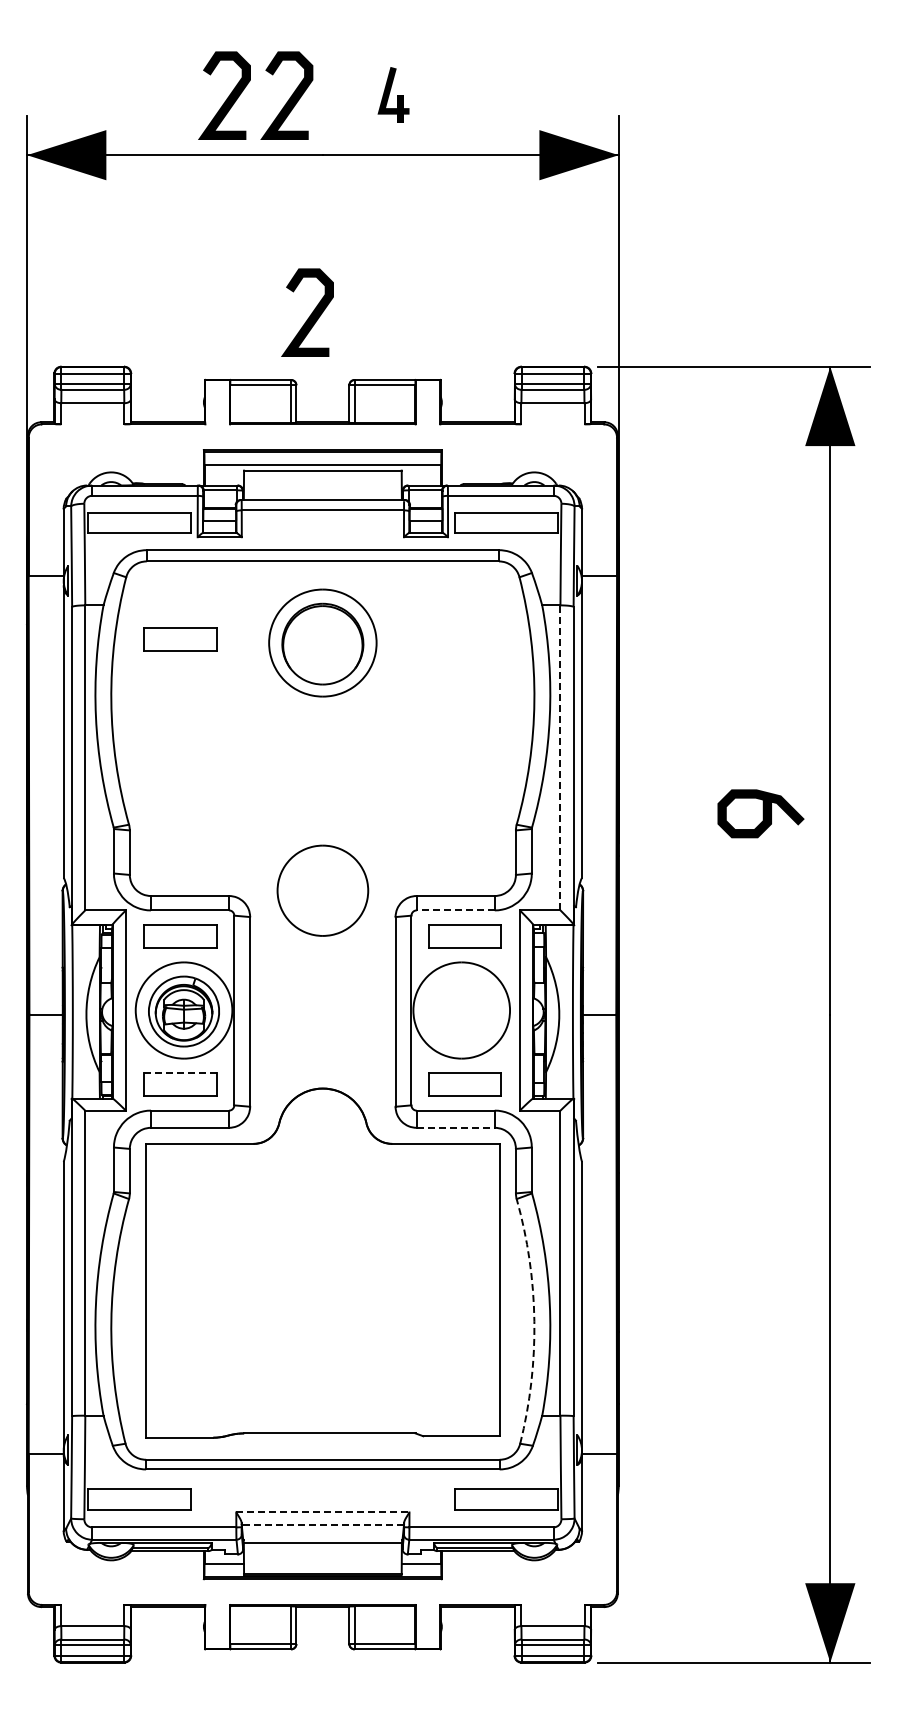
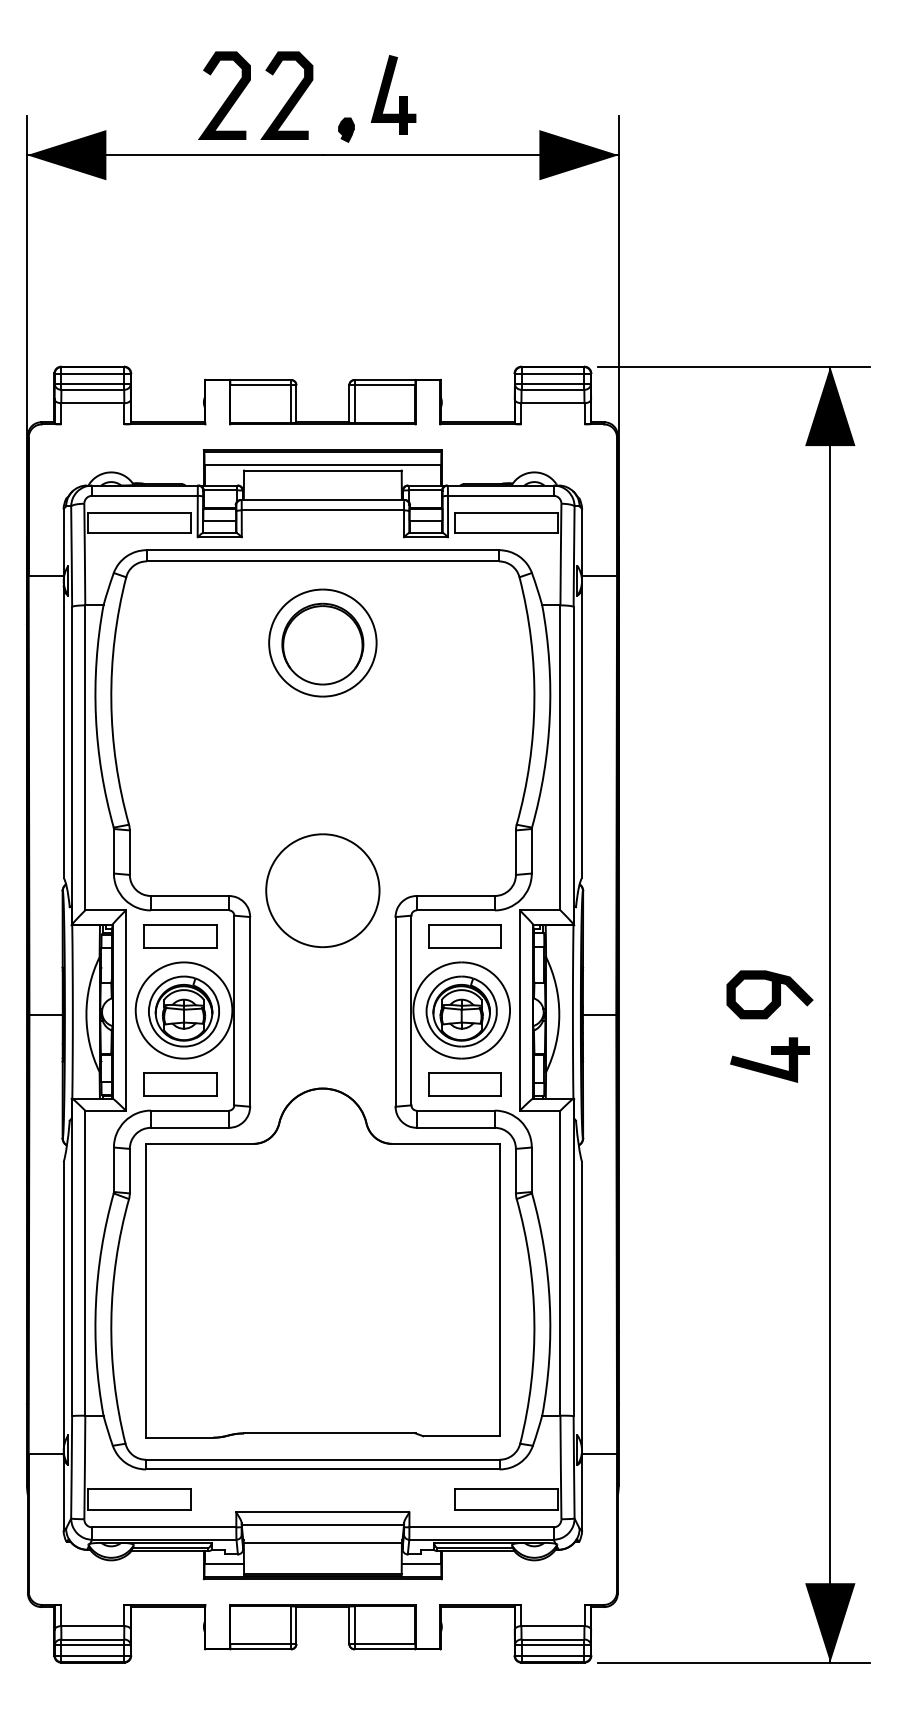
part at (393, 94) size: 33x56 px -> 47x80 px
part at (346, 129): none -> present
curve at (310, 314): present -> none
part at (180, 639): present -> none
line at (560, 757): dashed -> solid
curve at (762, 813) position: (762, 813) -> (771, 994)
part at (322, 890) size: 94x93 px -> 116x116 px
line at (455, 910): dashed -> solid
part at (461, 1011): none -> present
part at (769, 1059): none -> present
line at (180, 1072): dashed -> solid
line at (456, 1127): dashed -> solid
arc at (534, 1321): dashed -> solid
line at (322, 1512): dashed -> solid
line at (322, 1524): dashed -> solid
